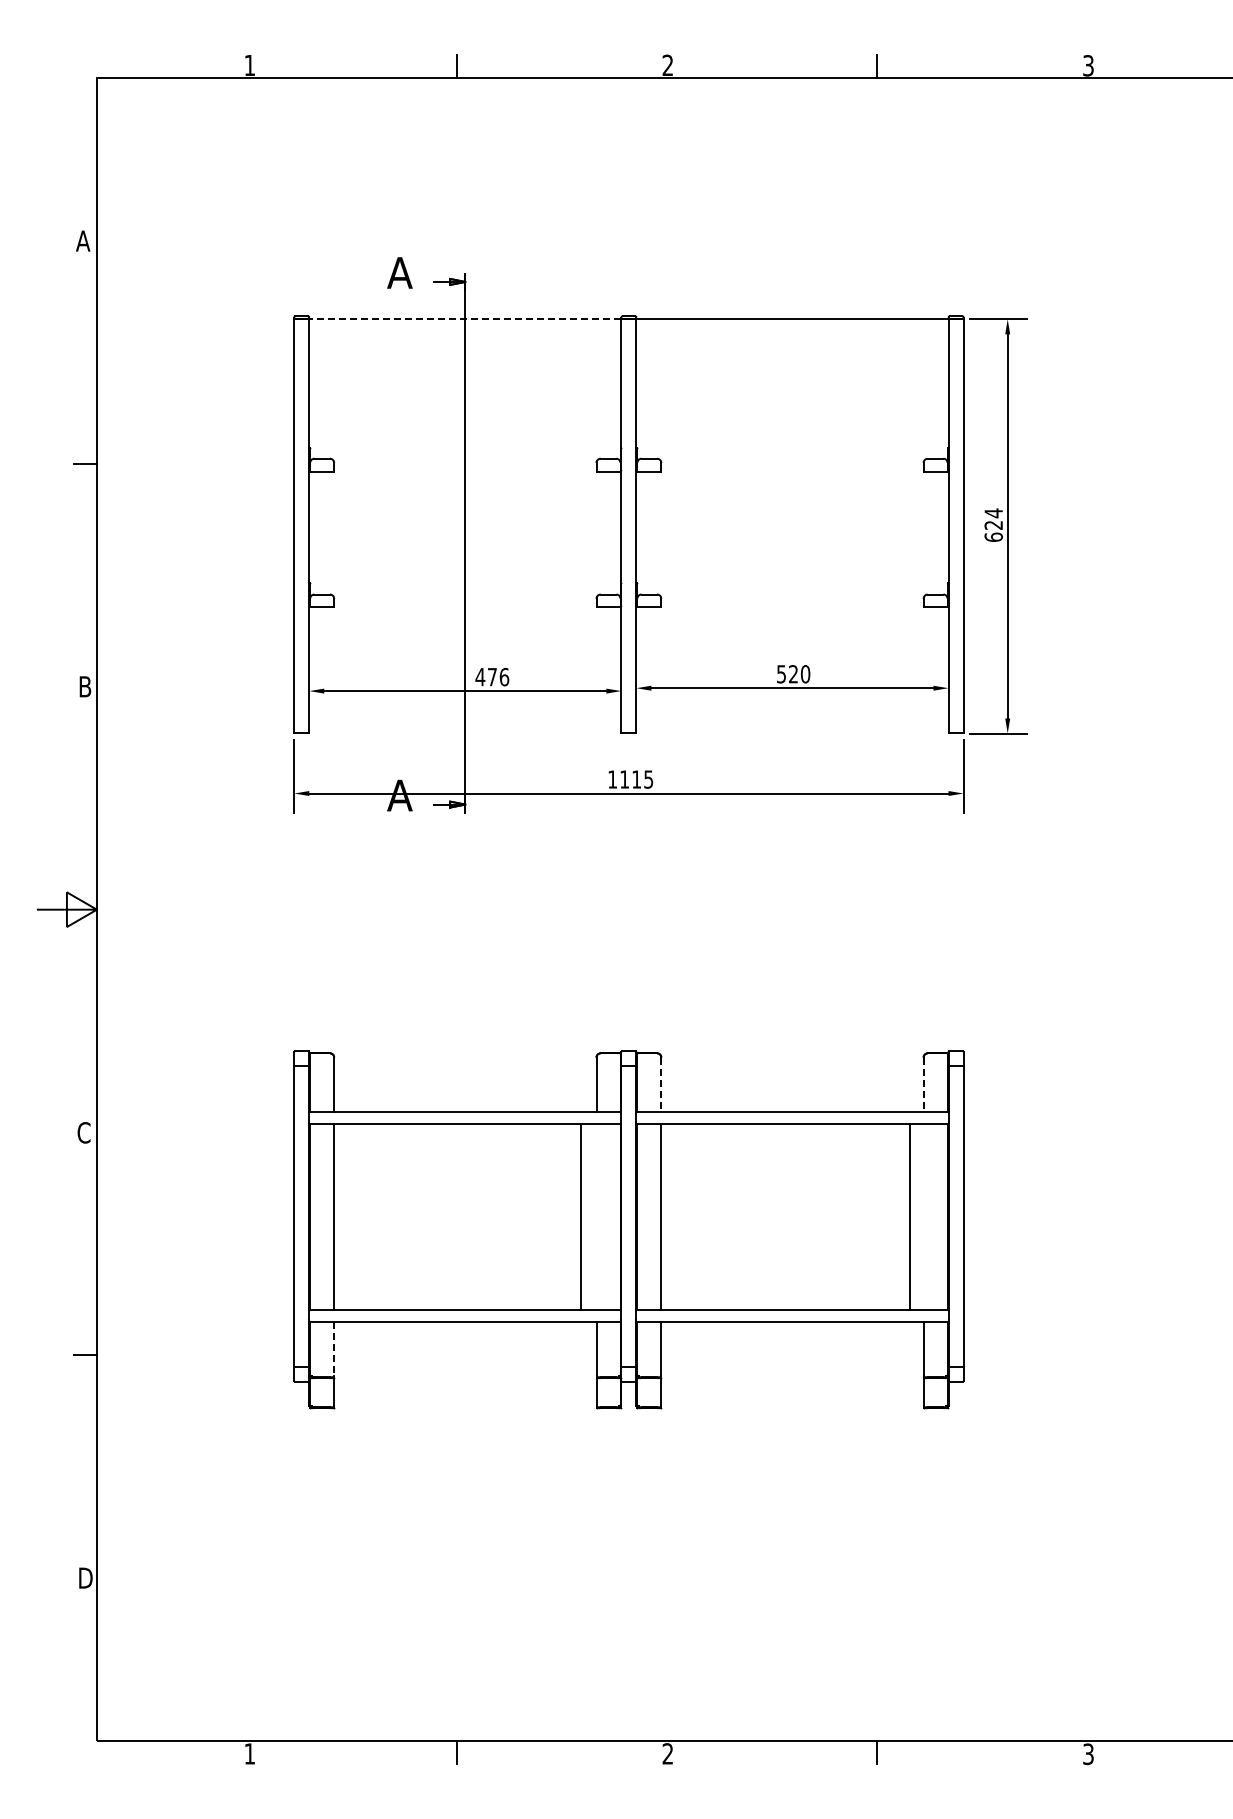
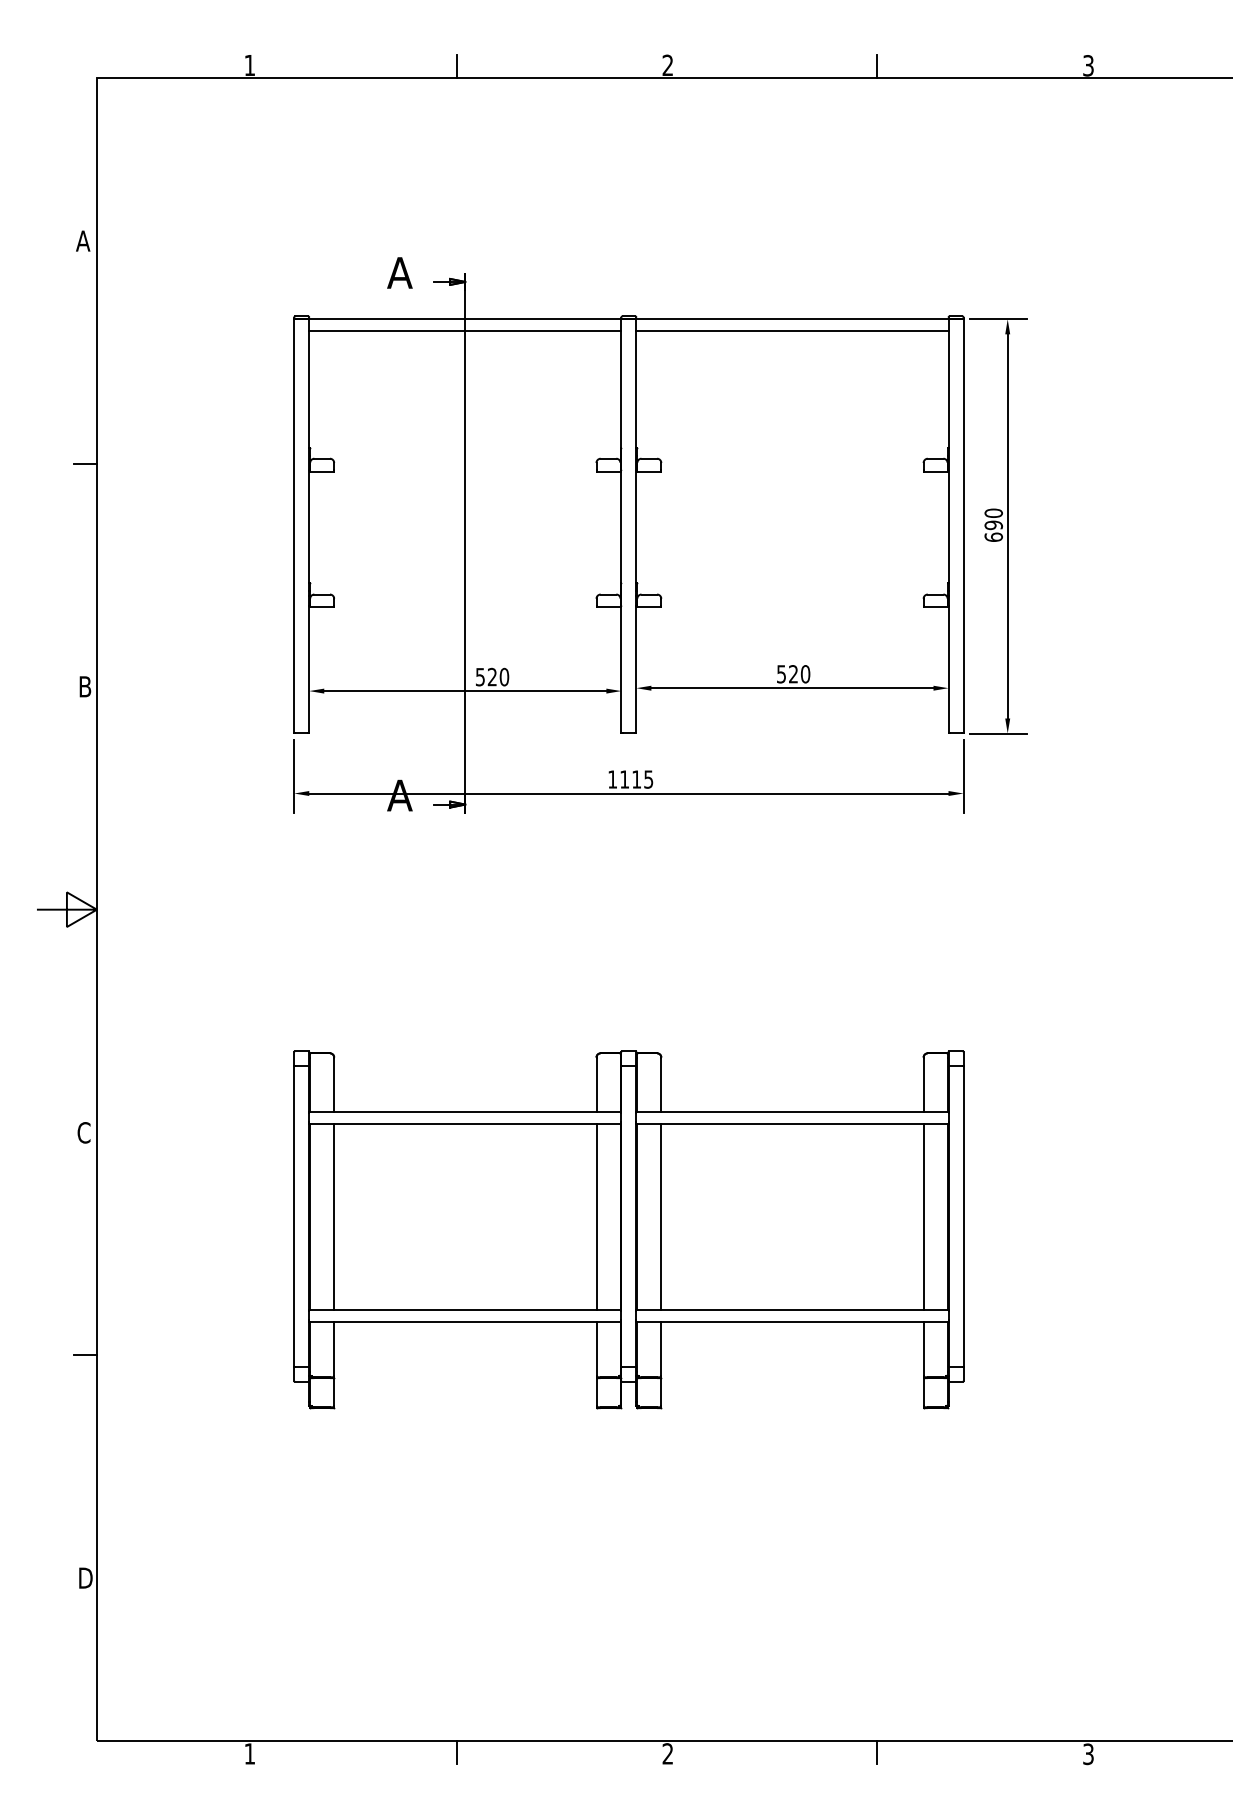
line at (464, 319): dashed -> solid
line at (465, 331): none -> present
line at (792, 331): none -> present
text at (993, 519): 624 -> 690
text at (492, 676): 476 -> 520
line at (661, 1084): dashed -> solid
line at (923, 1084): dashed -> solid
line at (580, 1216) position: (580, 1216) -> (596, 1216)
line at (909, 1216) position: (909, 1216) -> (923, 1216)
line at (334, 1349): dashed -> solid
